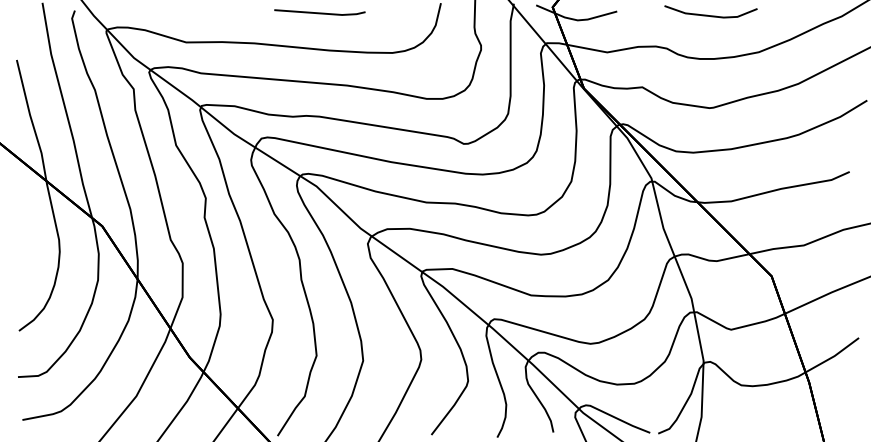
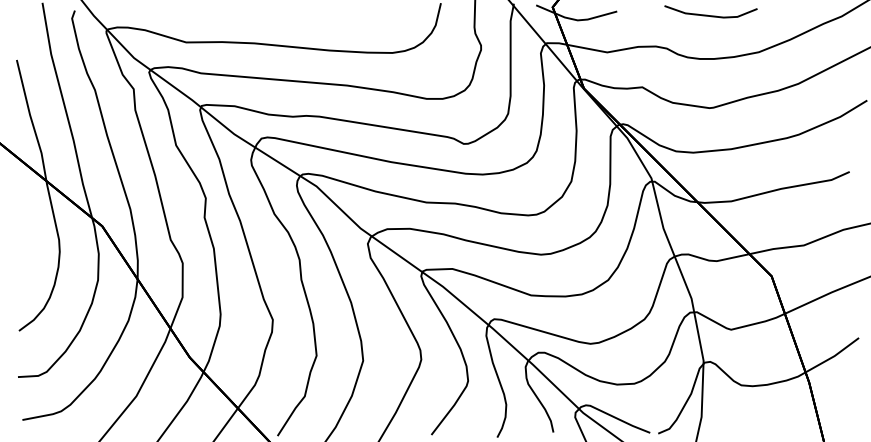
line at (319, 12): present -> none
